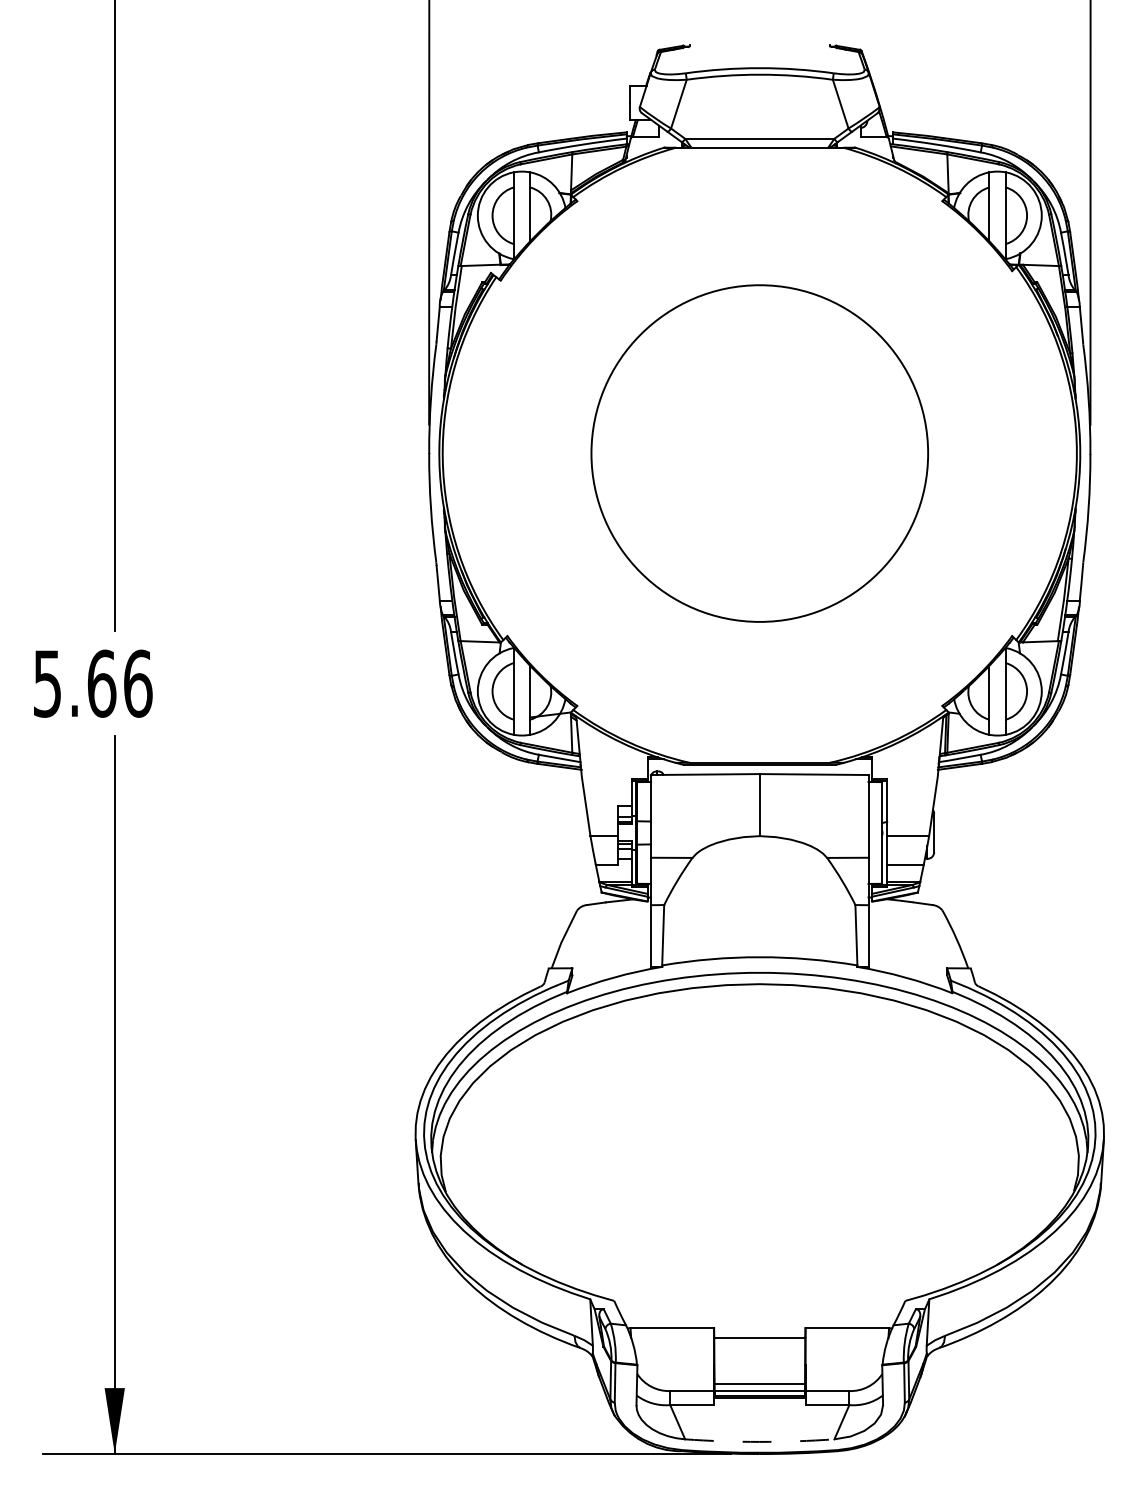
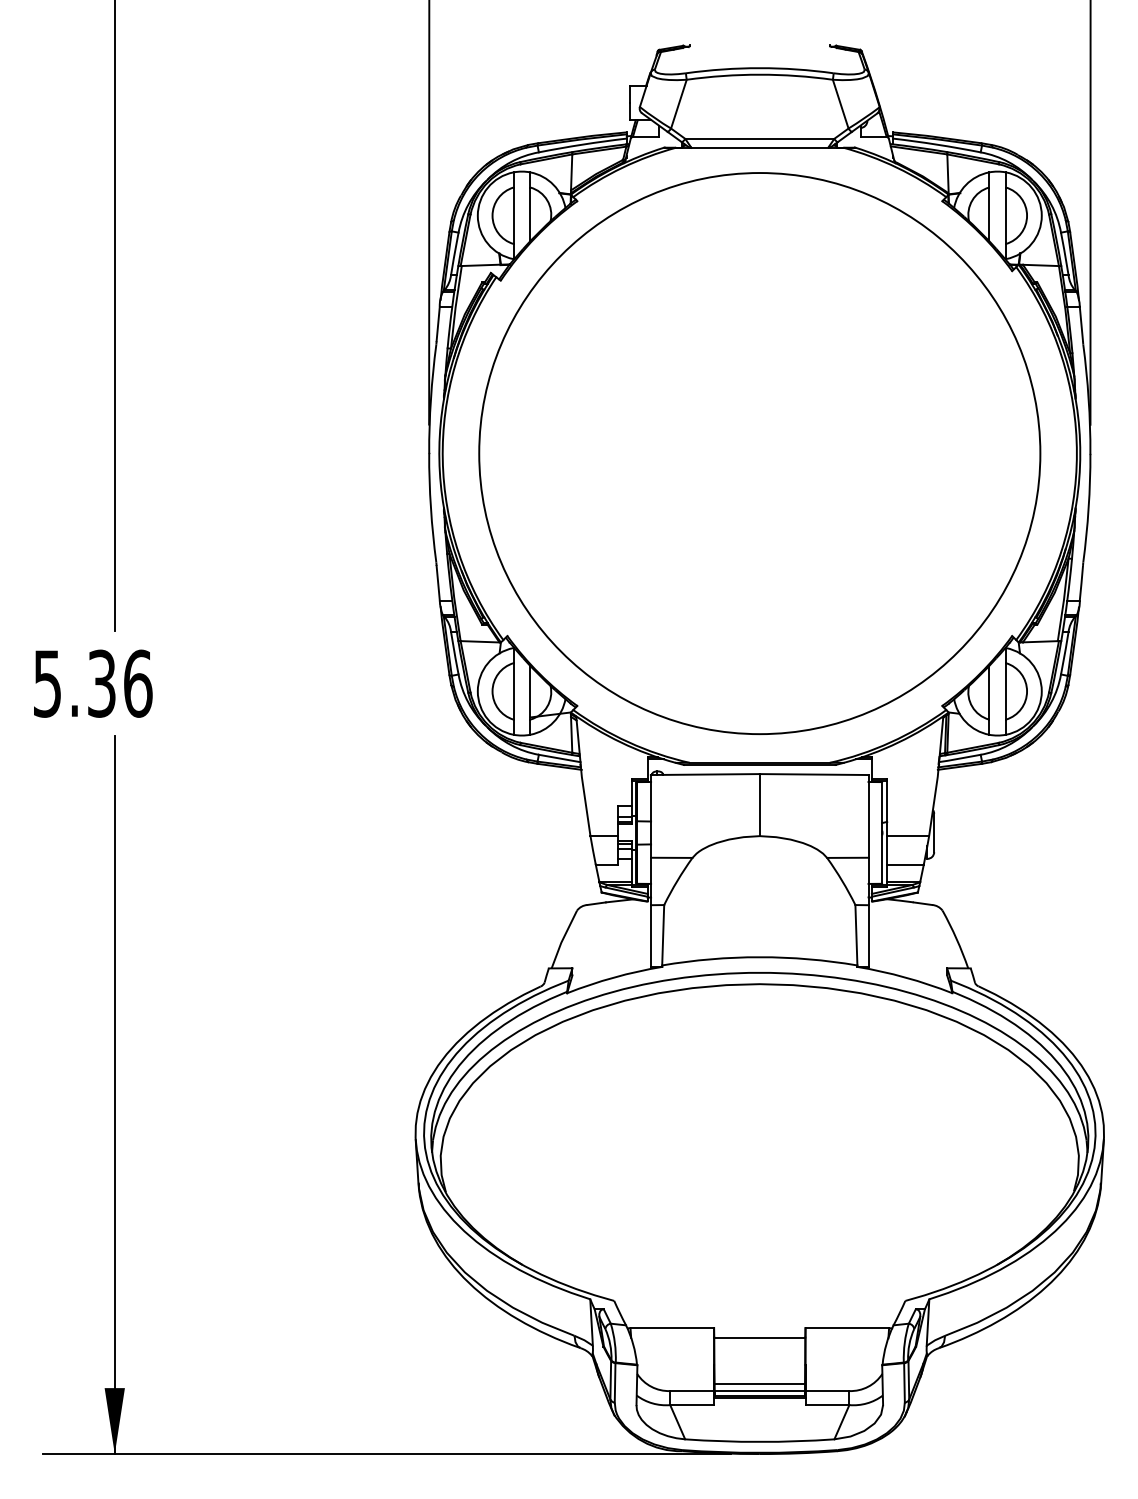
circle at (759, 453) diameter: 337 px -> 561 px
text at (101, 683): 5.66 -> 5.36
arc at (759, 1441): dashed -> solid
